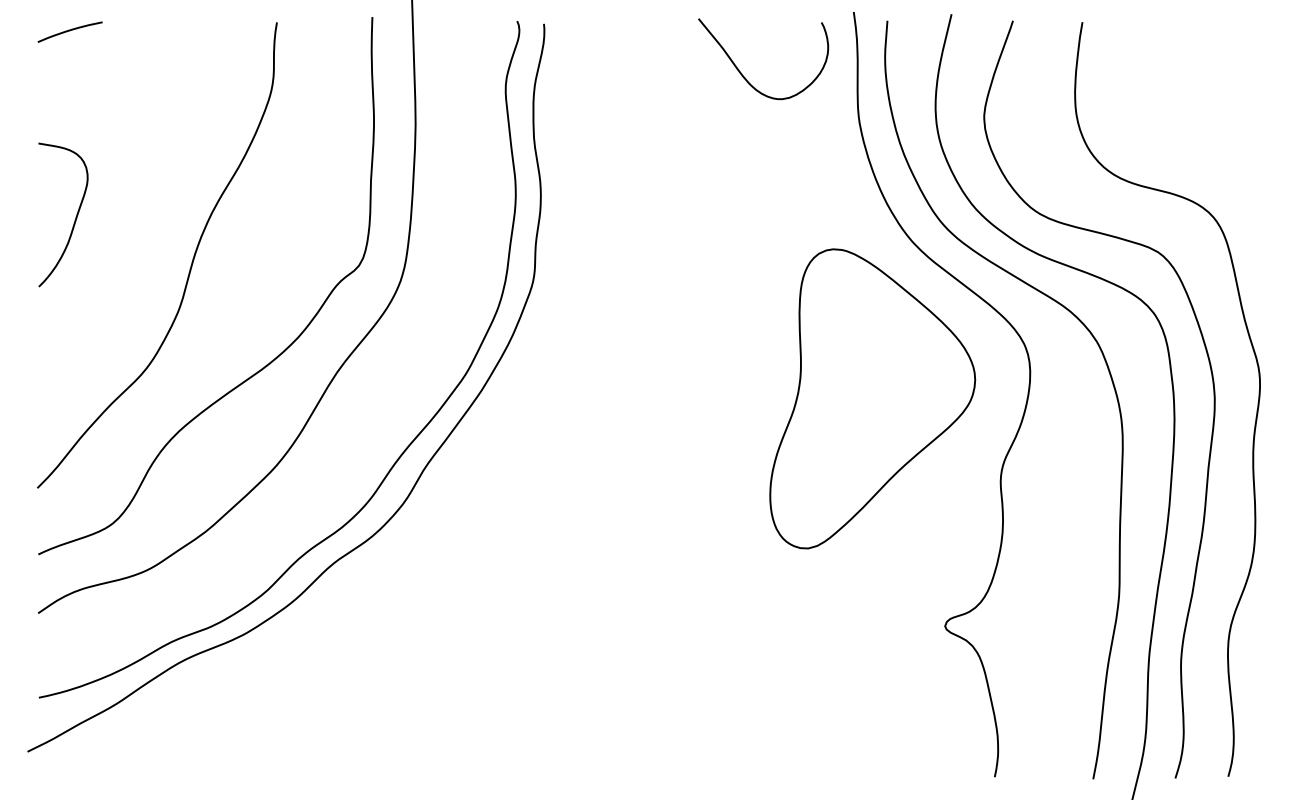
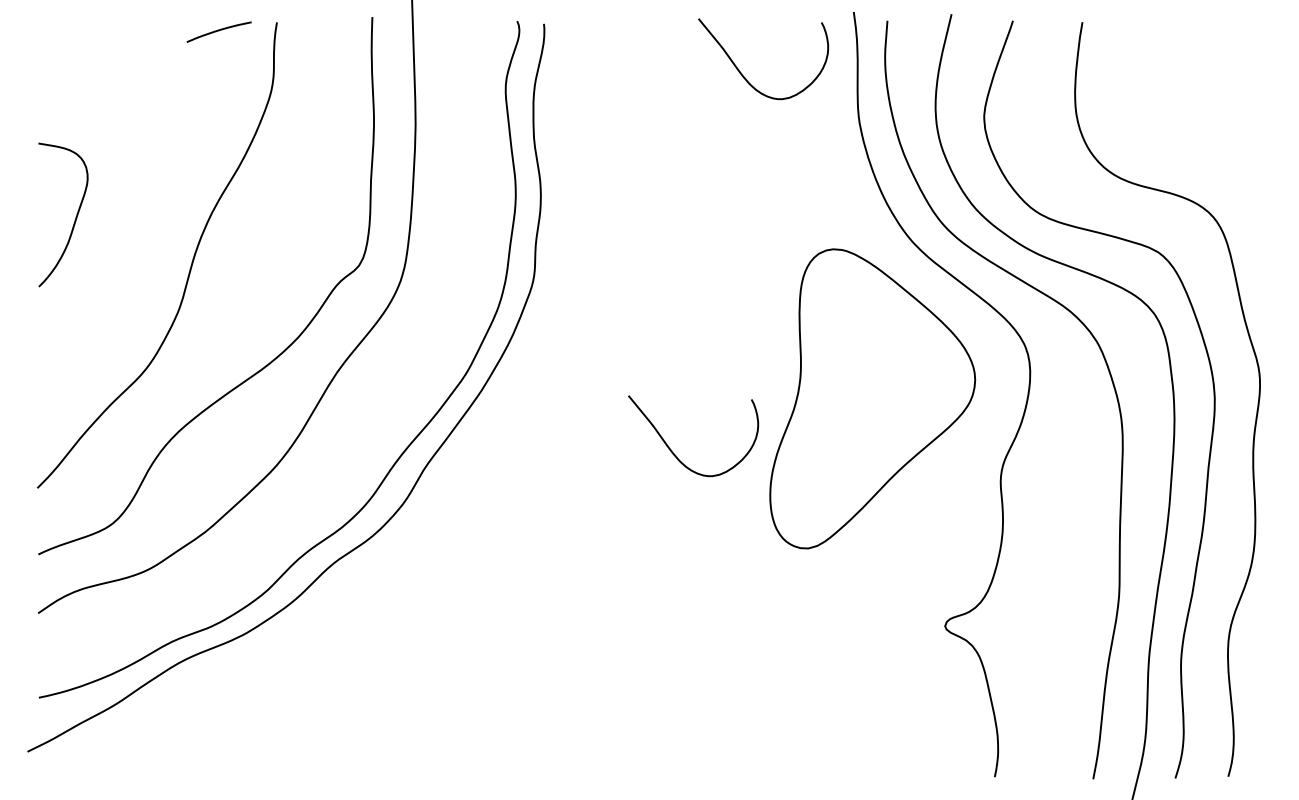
curve at (69, 31) position: (69, 31) -> (218, 31)
curve at (672, 450): none -> present
